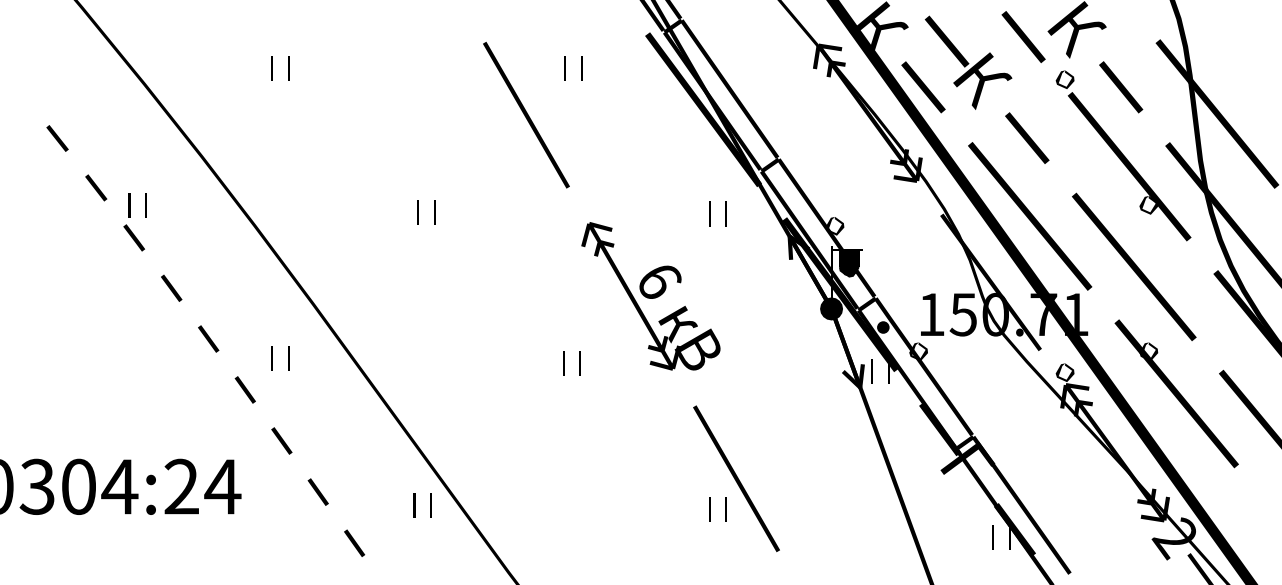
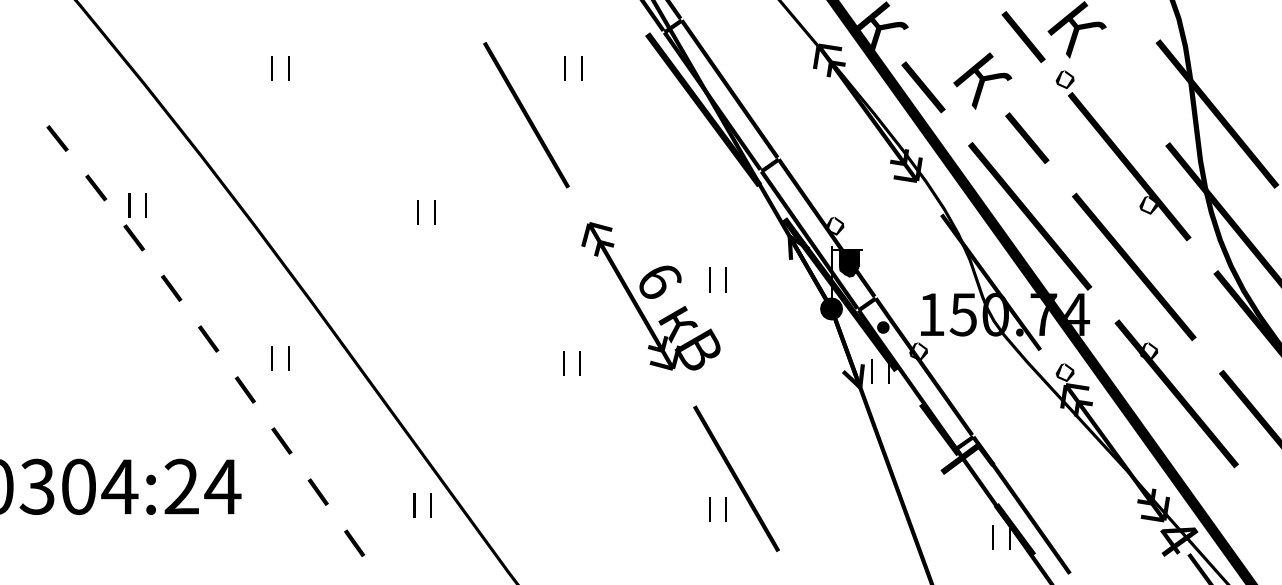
fill at (946, 41): present -> none
fill at (1120, 87): present -> none
part at (710, 213) position: (710, 213) -> (710, 279)
text at (1077, 314): 150.71 -> 150.74
text at (1174, 538): 2 -> 4
